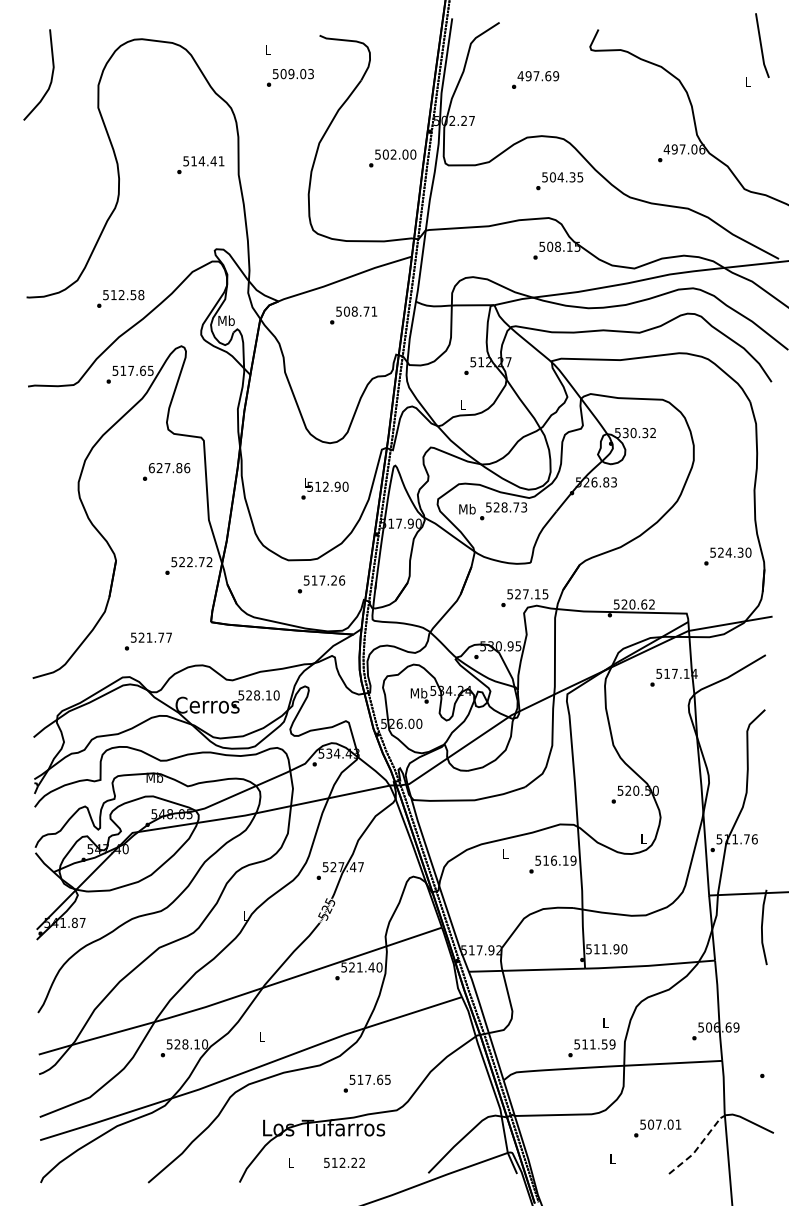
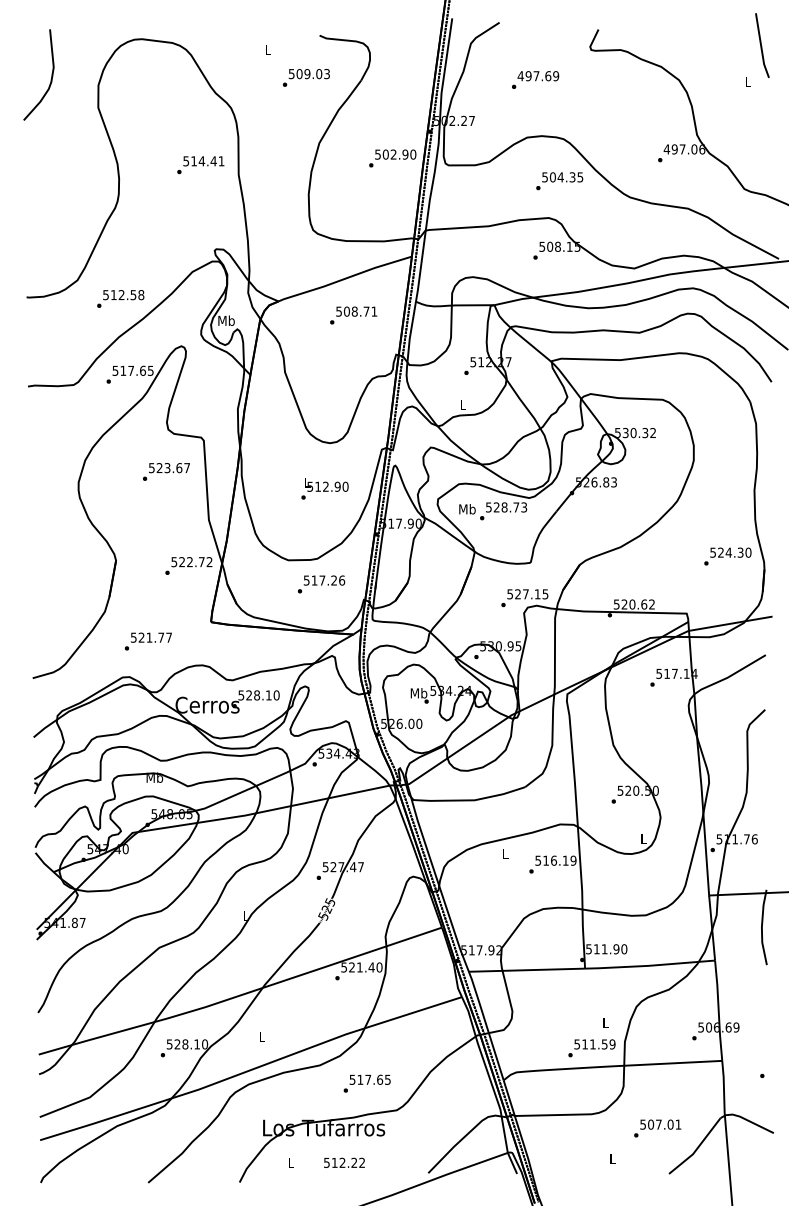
text at (290, 77) position: (290, 77) -> (306, 77)
text at (405, 154): 502.00 -> 502.90
text at (169, 468): 627.86 -> 523.67
line at (697, 1148): dashed -> solid
